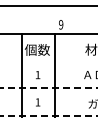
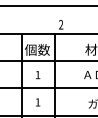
text at (61, 24): 9 -> 2
line at (48, 61): none -> present
line at (48, 88): dashed -> solid
line at (48, 115): dashed -> solid
